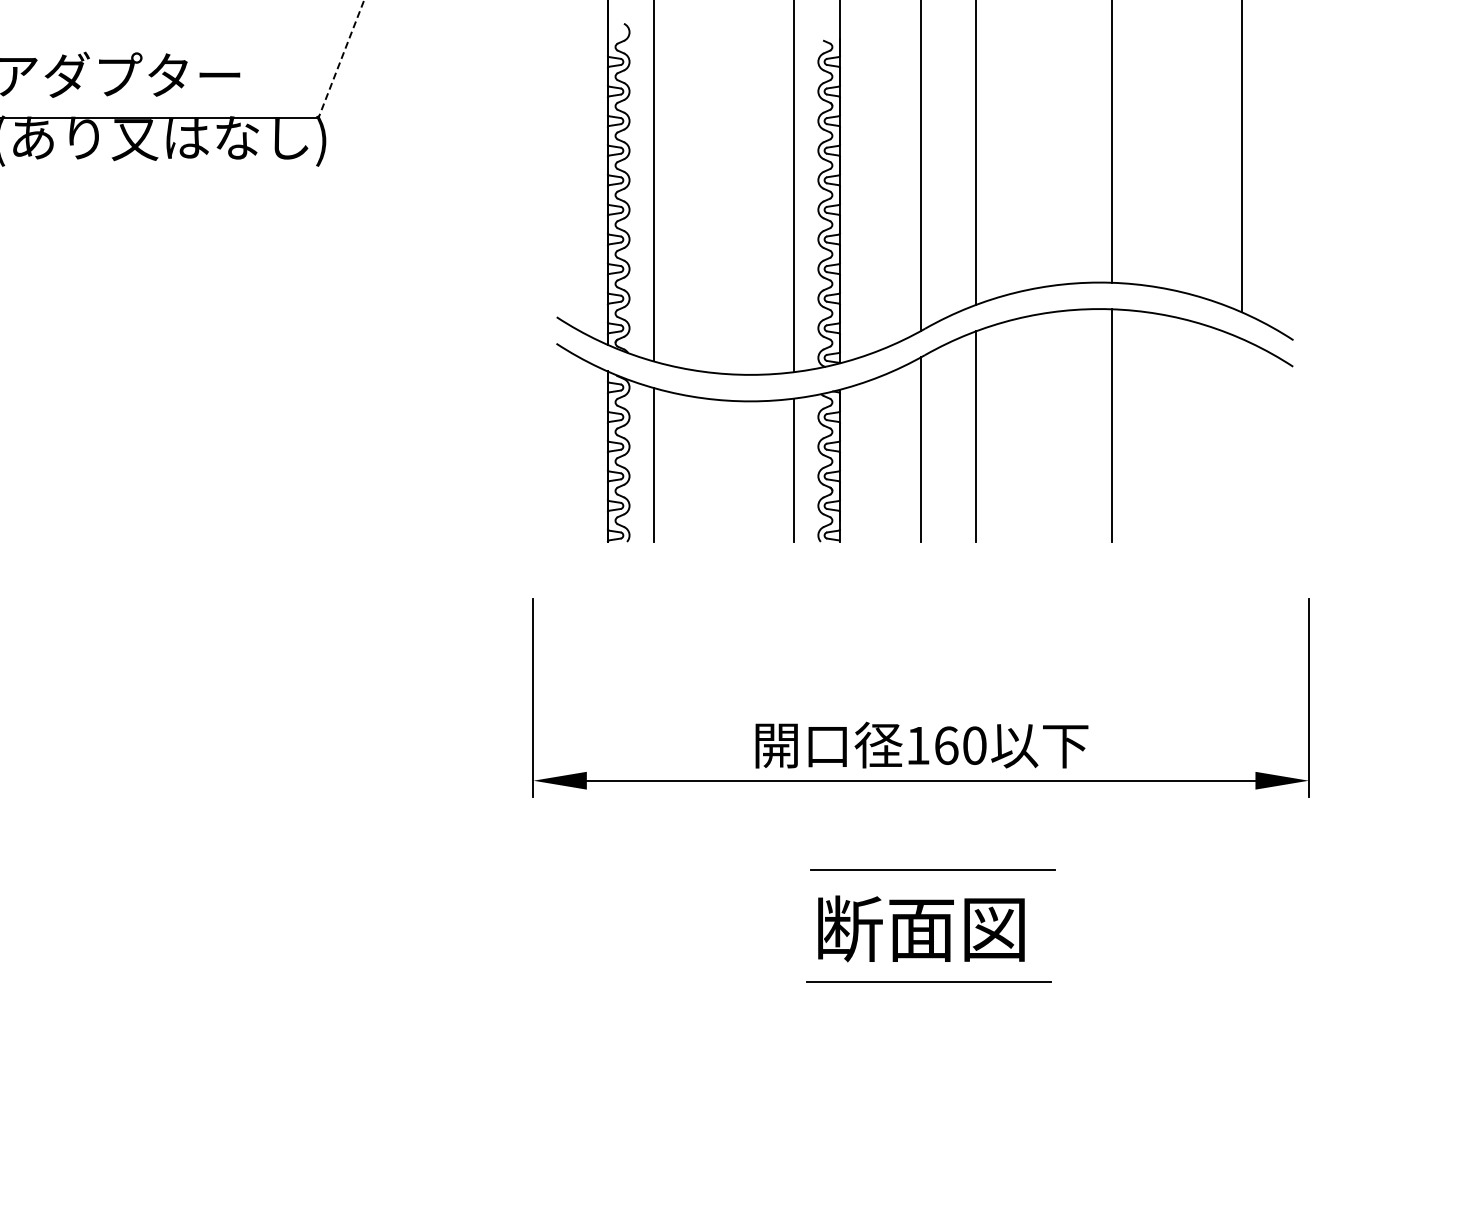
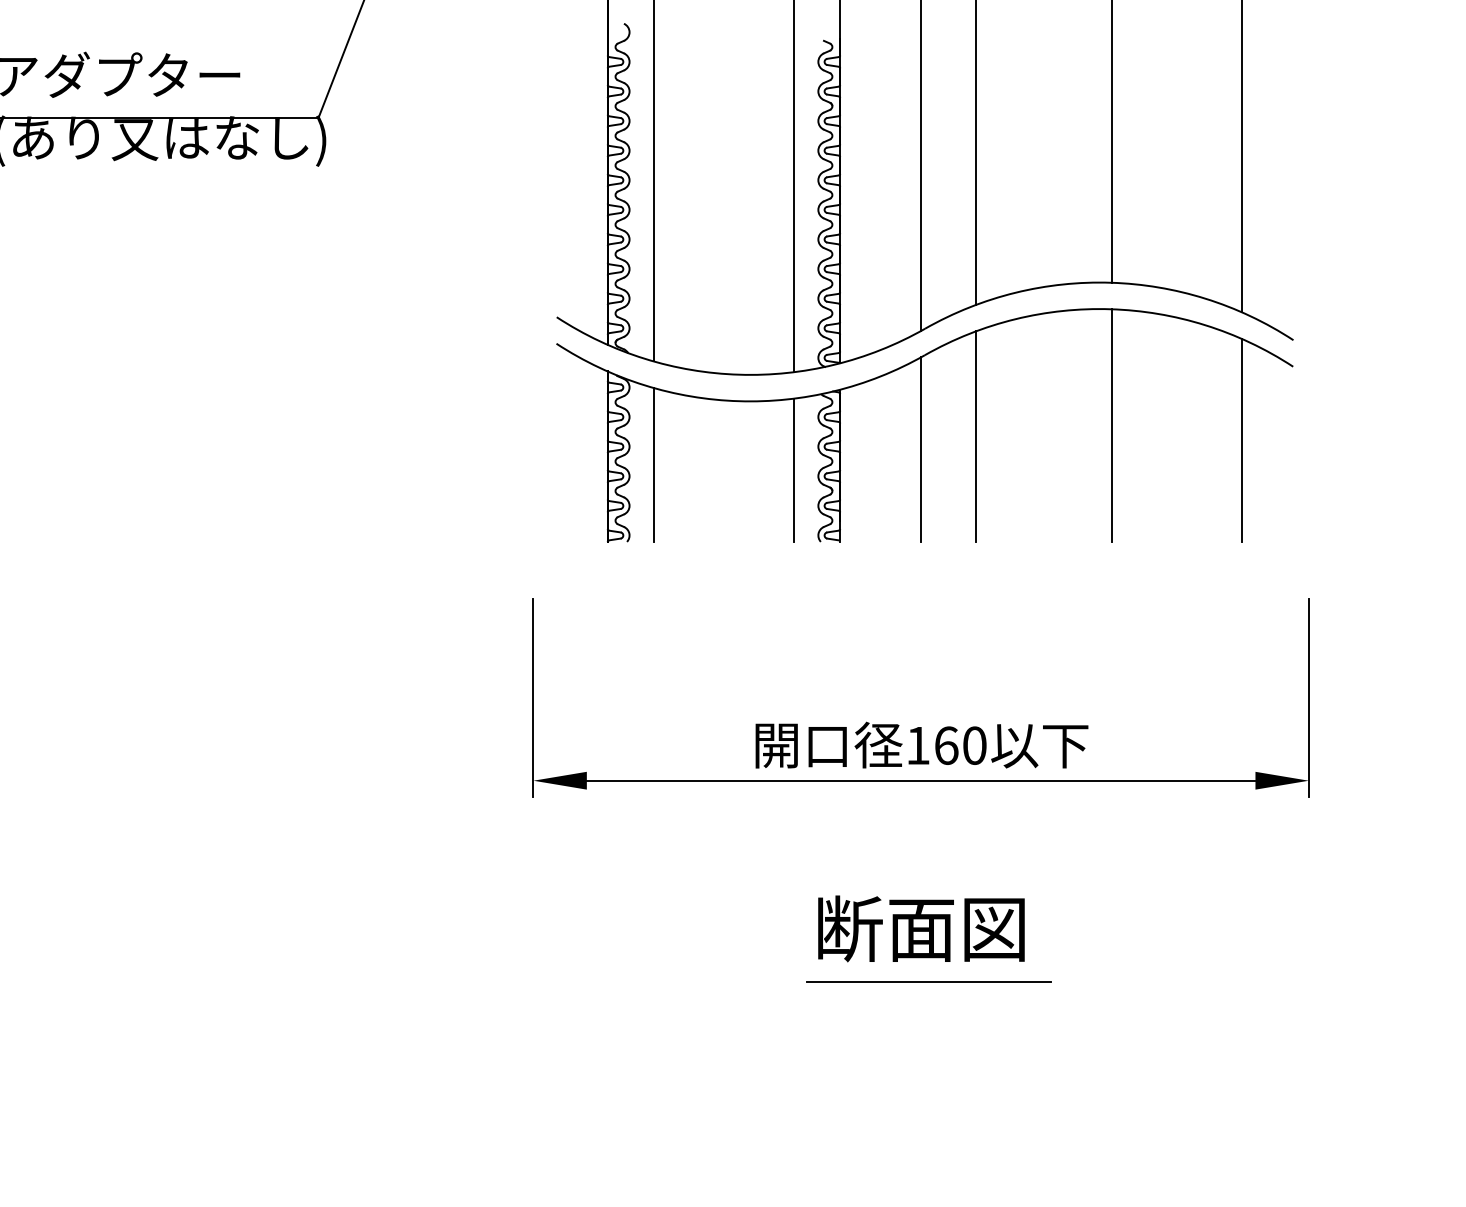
line at (341, 59): dashed -> solid
line at (1241, 440): none -> present
line at (932, 869): present -> none
